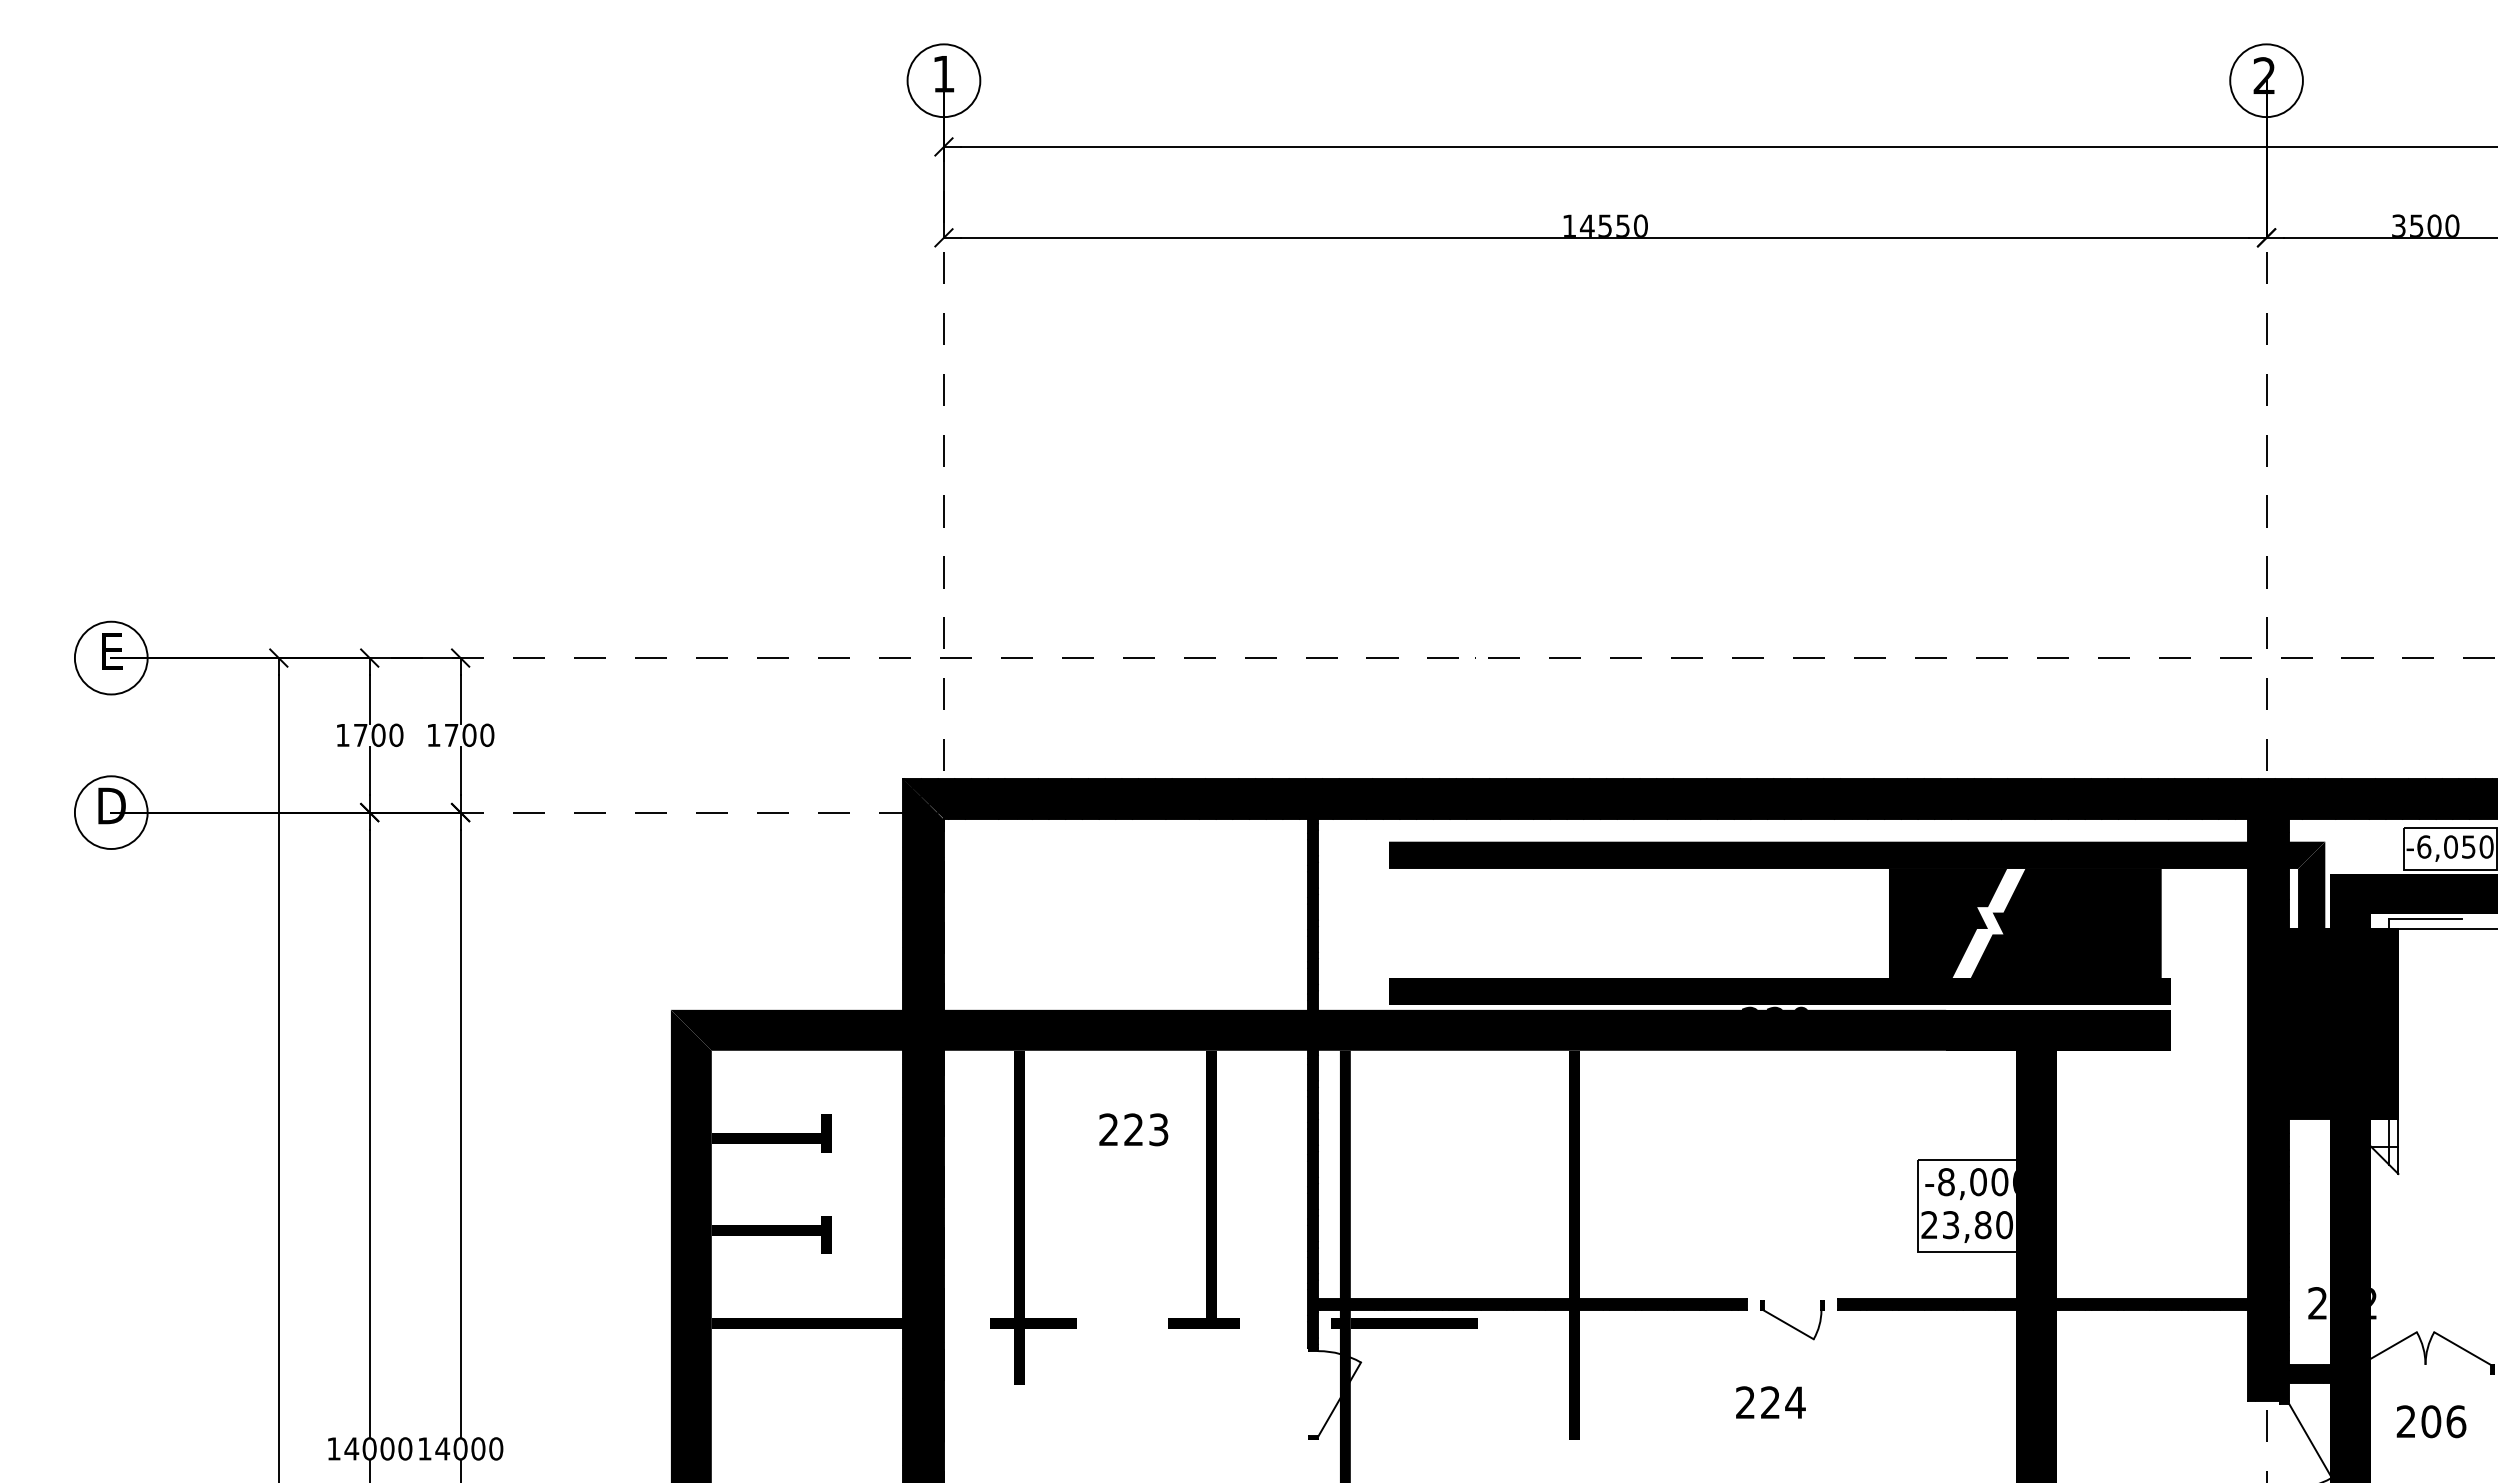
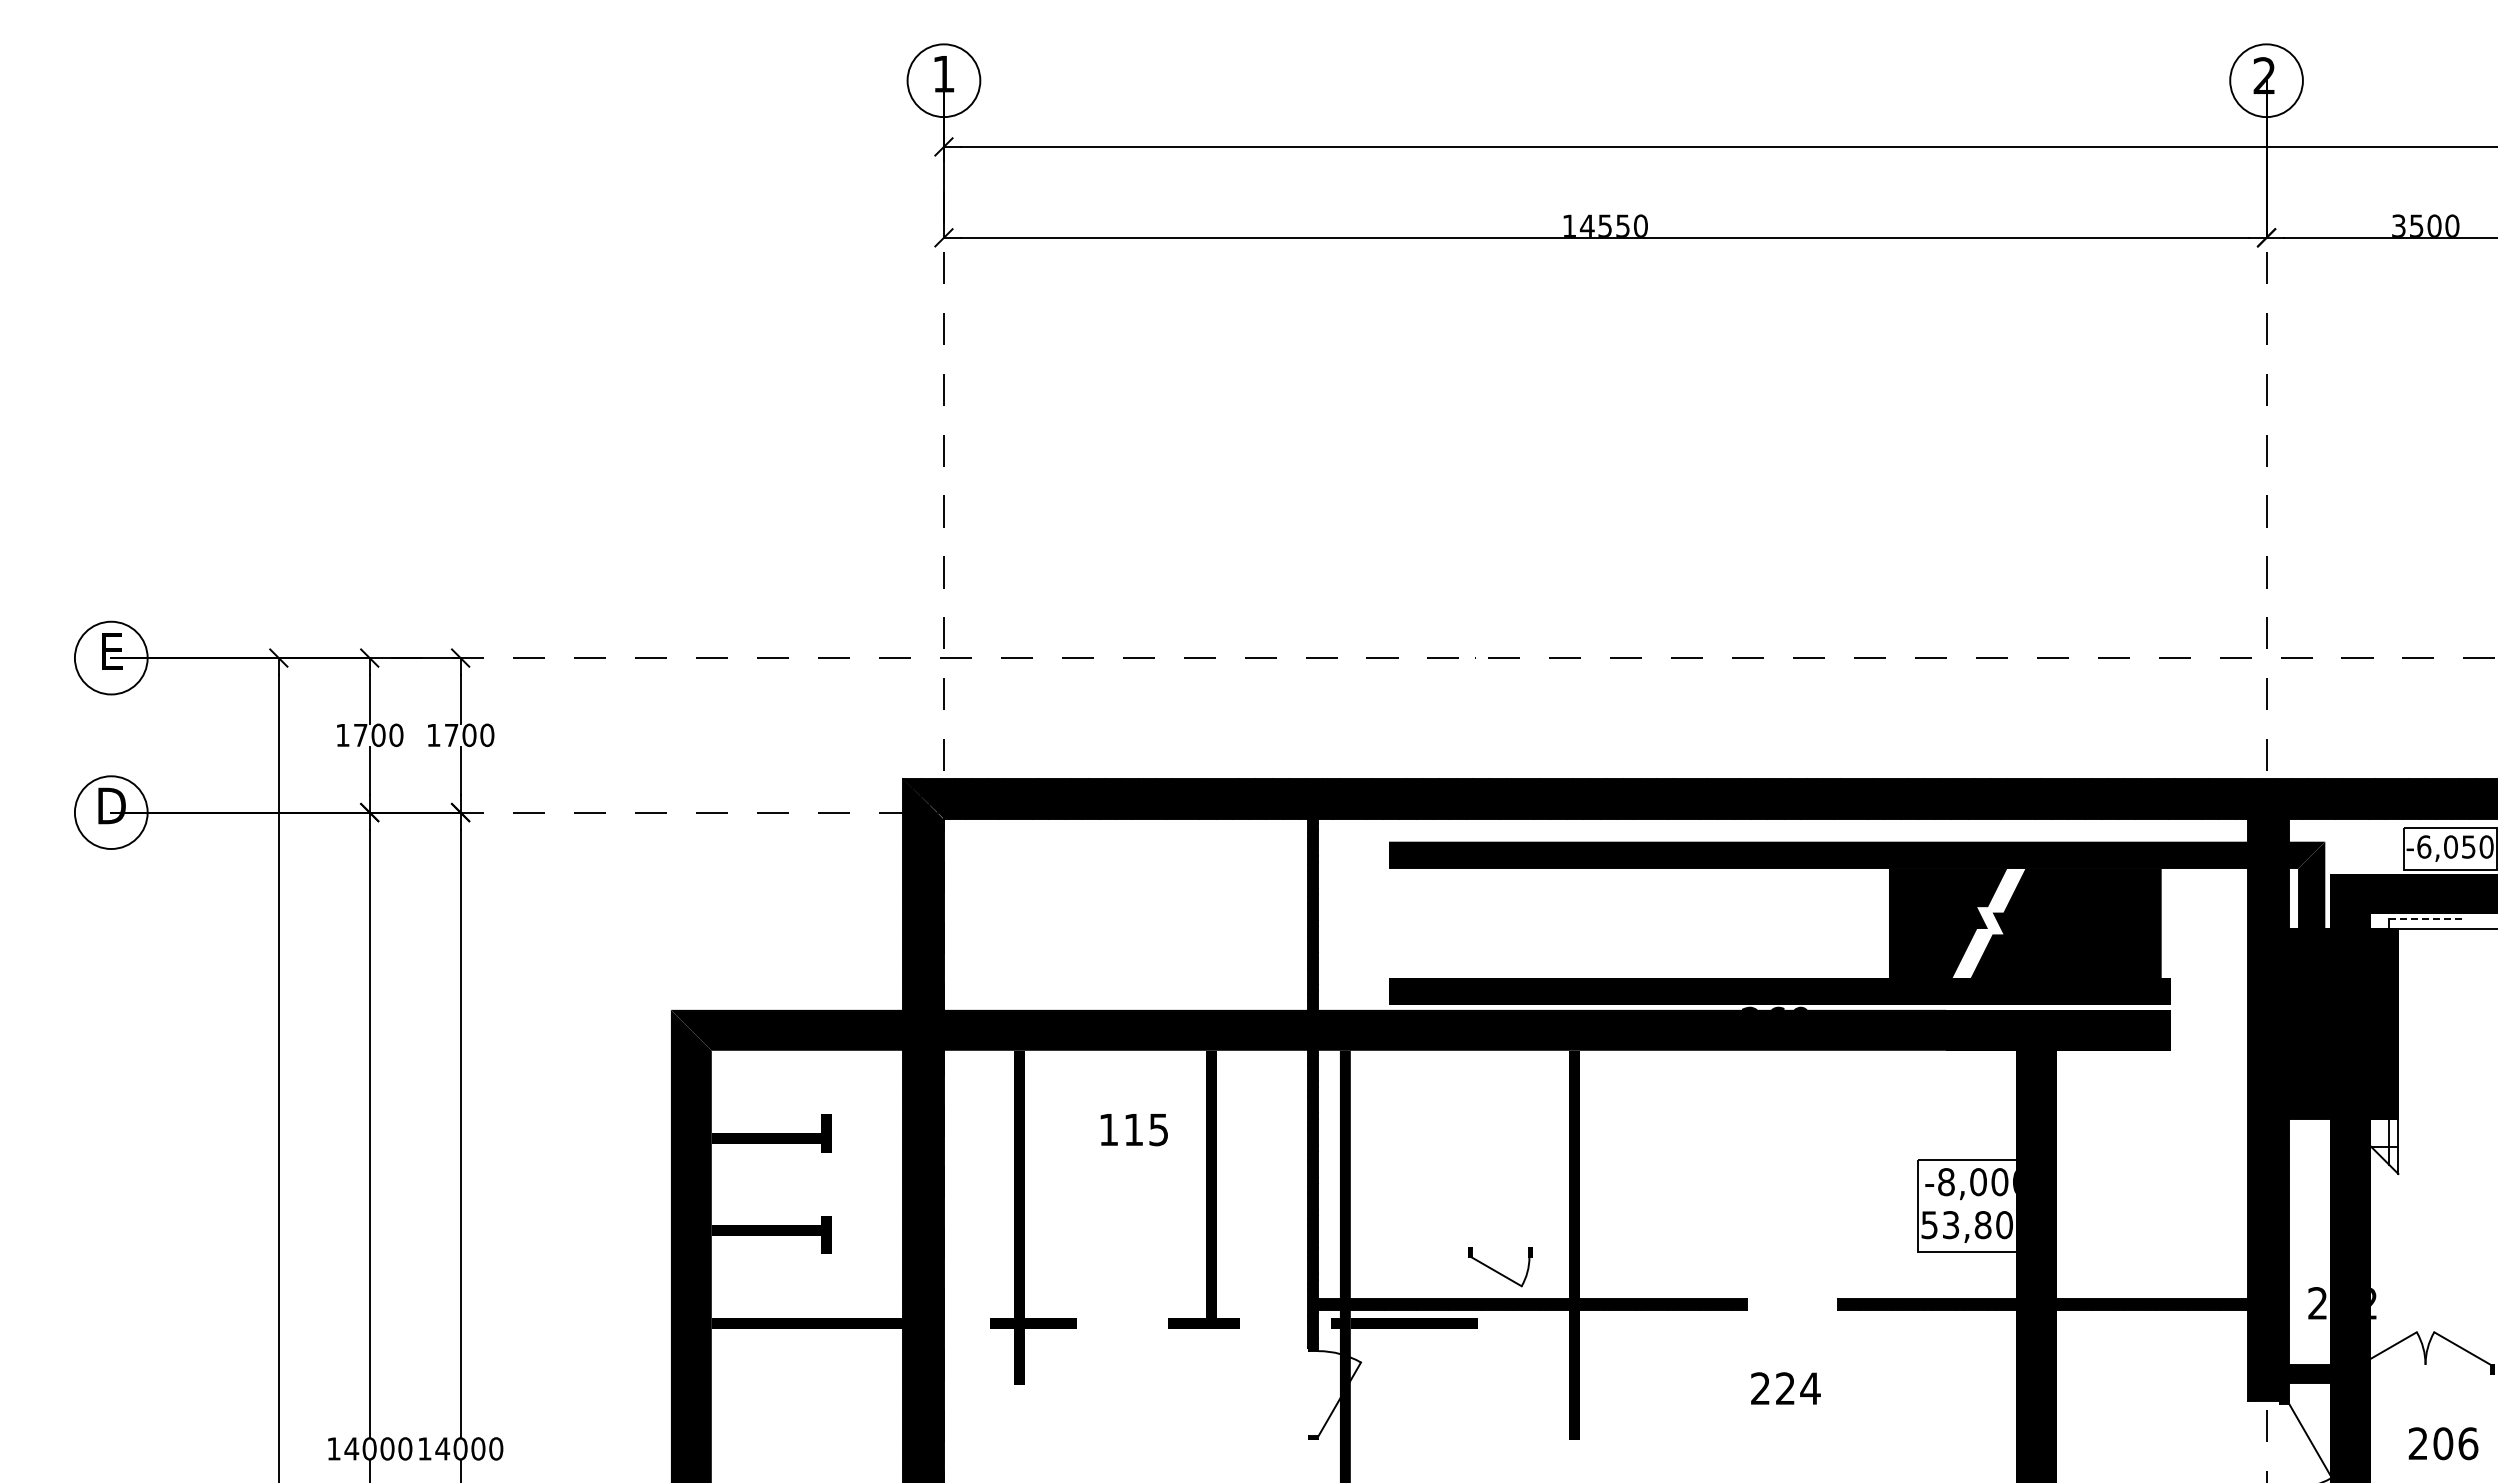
line at (2426, 919): solid -> dashed
text at (1787, 1007): 220 -> 269
text at (1133, 1129): 223 -> 115
text at (1929, 1225): 23,800 -> 53,800
part at (1792, 1320) position: (1792, 1320) -> (1500, 1267)
text at (1770, 1402) position: (1770, 1402) -> (1785, 1388)
text at (2431, 1421) position: (2431, 1421) -> (2443, 1443)
